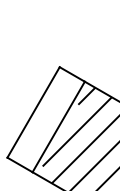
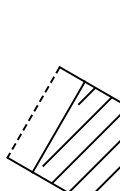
line at (33, 112): solid -> dashed
